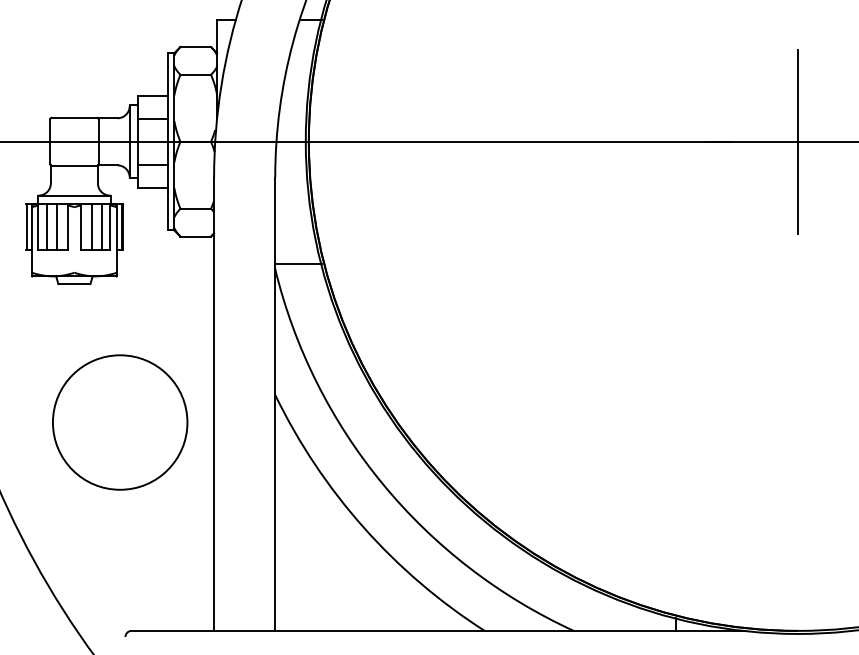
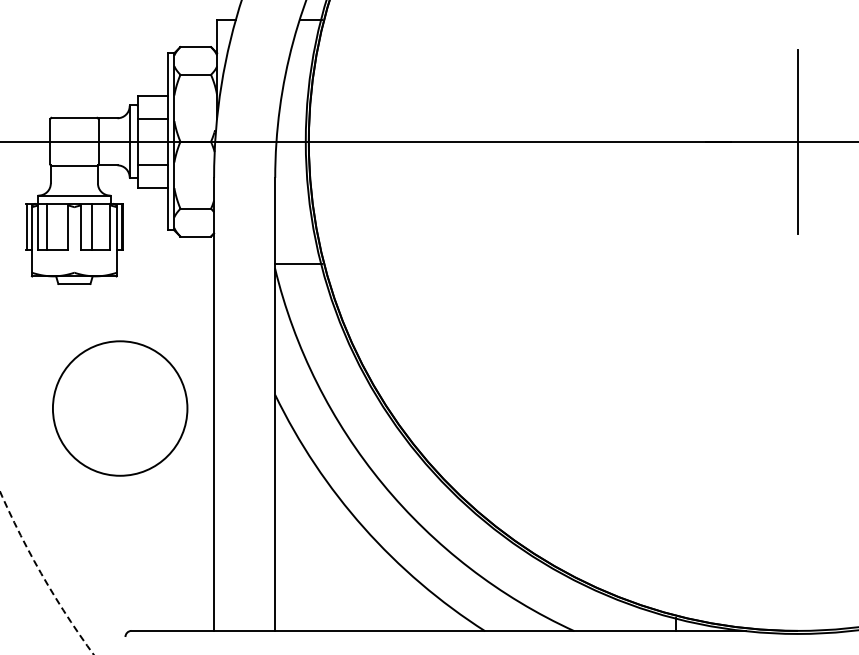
line at (57, 226): present -> none
line at (101, 226): present -> none
circle at (120, 422) position: (120, 422) -> (120, 408)
arc at (42, 575): solid -> dashed
